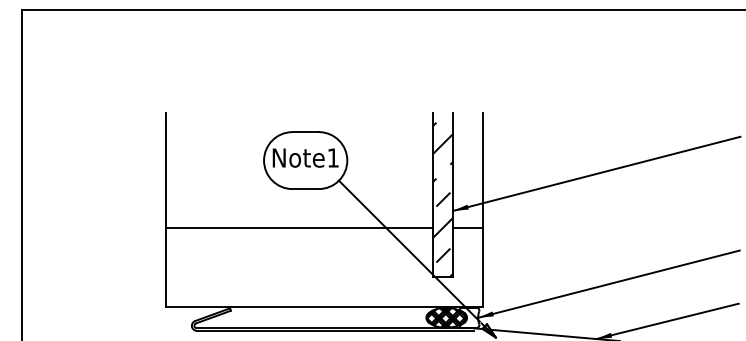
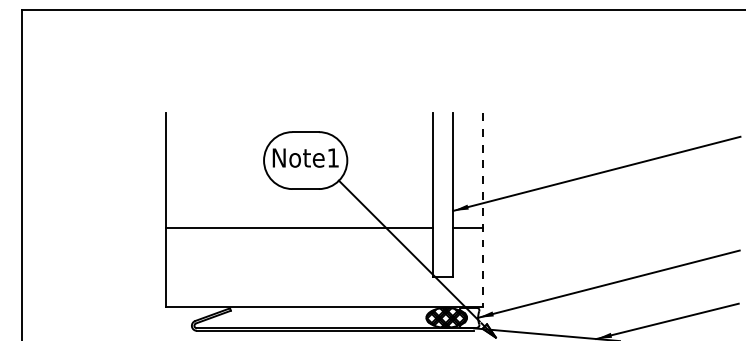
hatch at (443, 199): present -> none
line at (482, 210): solid -> dashed
